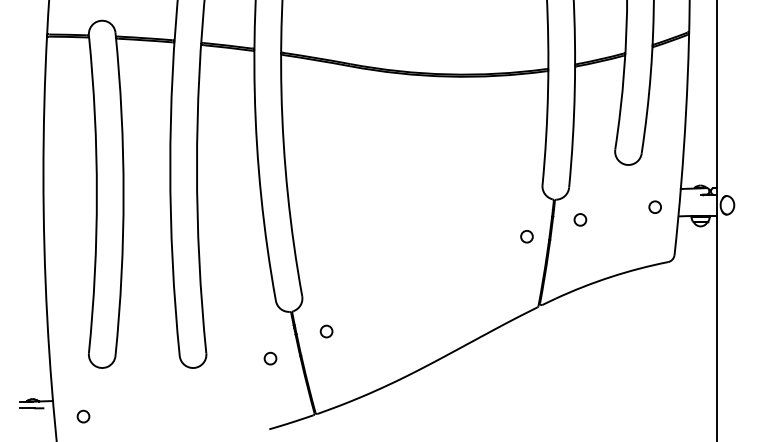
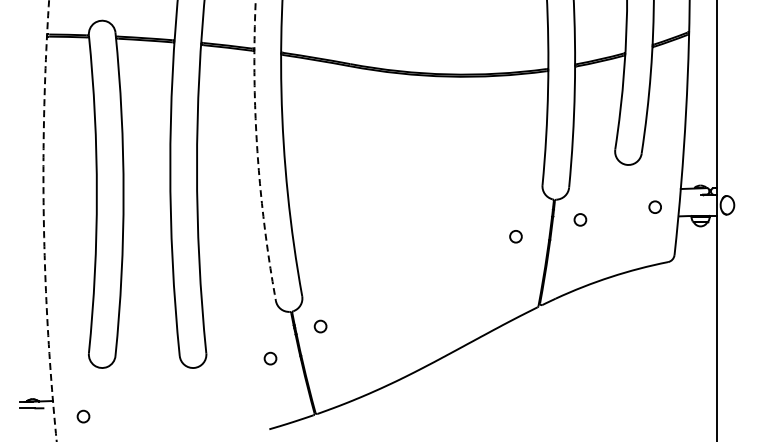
arc at (257, 151): solid -> dashed
arc at (43, 220): solid -> dashed
circle at (526, 236) position: (526, 236) -> (515, 236)
circle at (326, 331) position: (326, 331) -> (320, 326)
